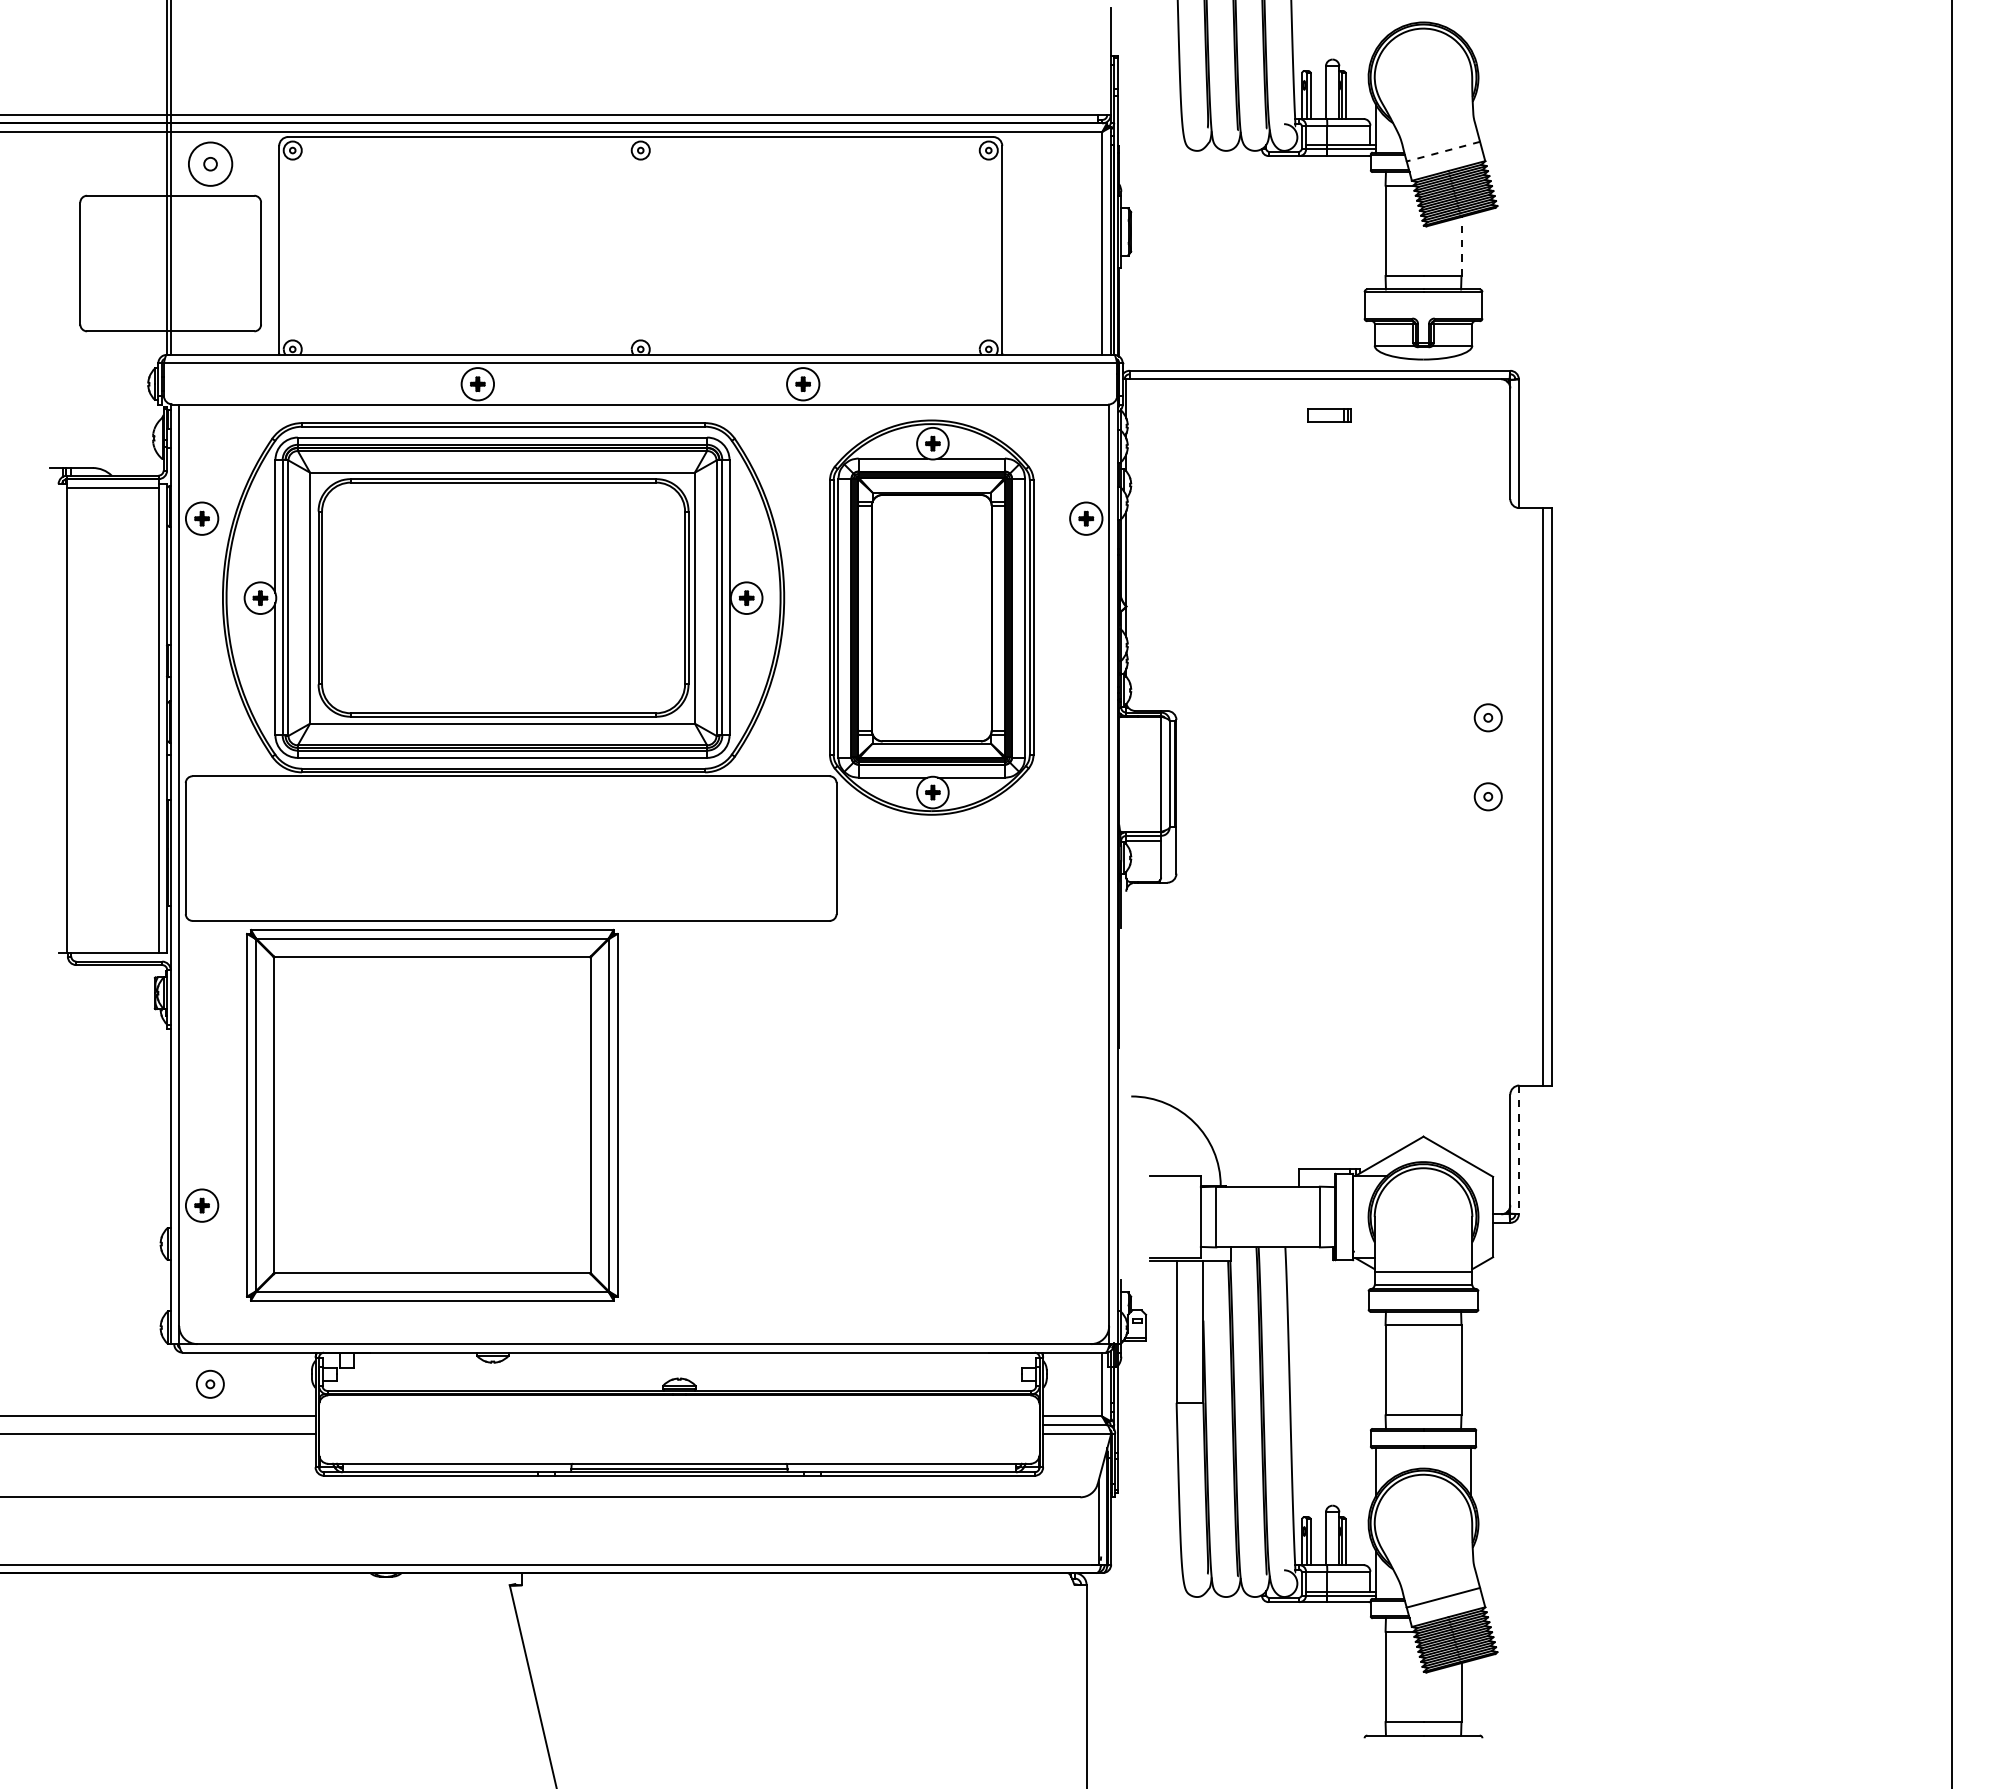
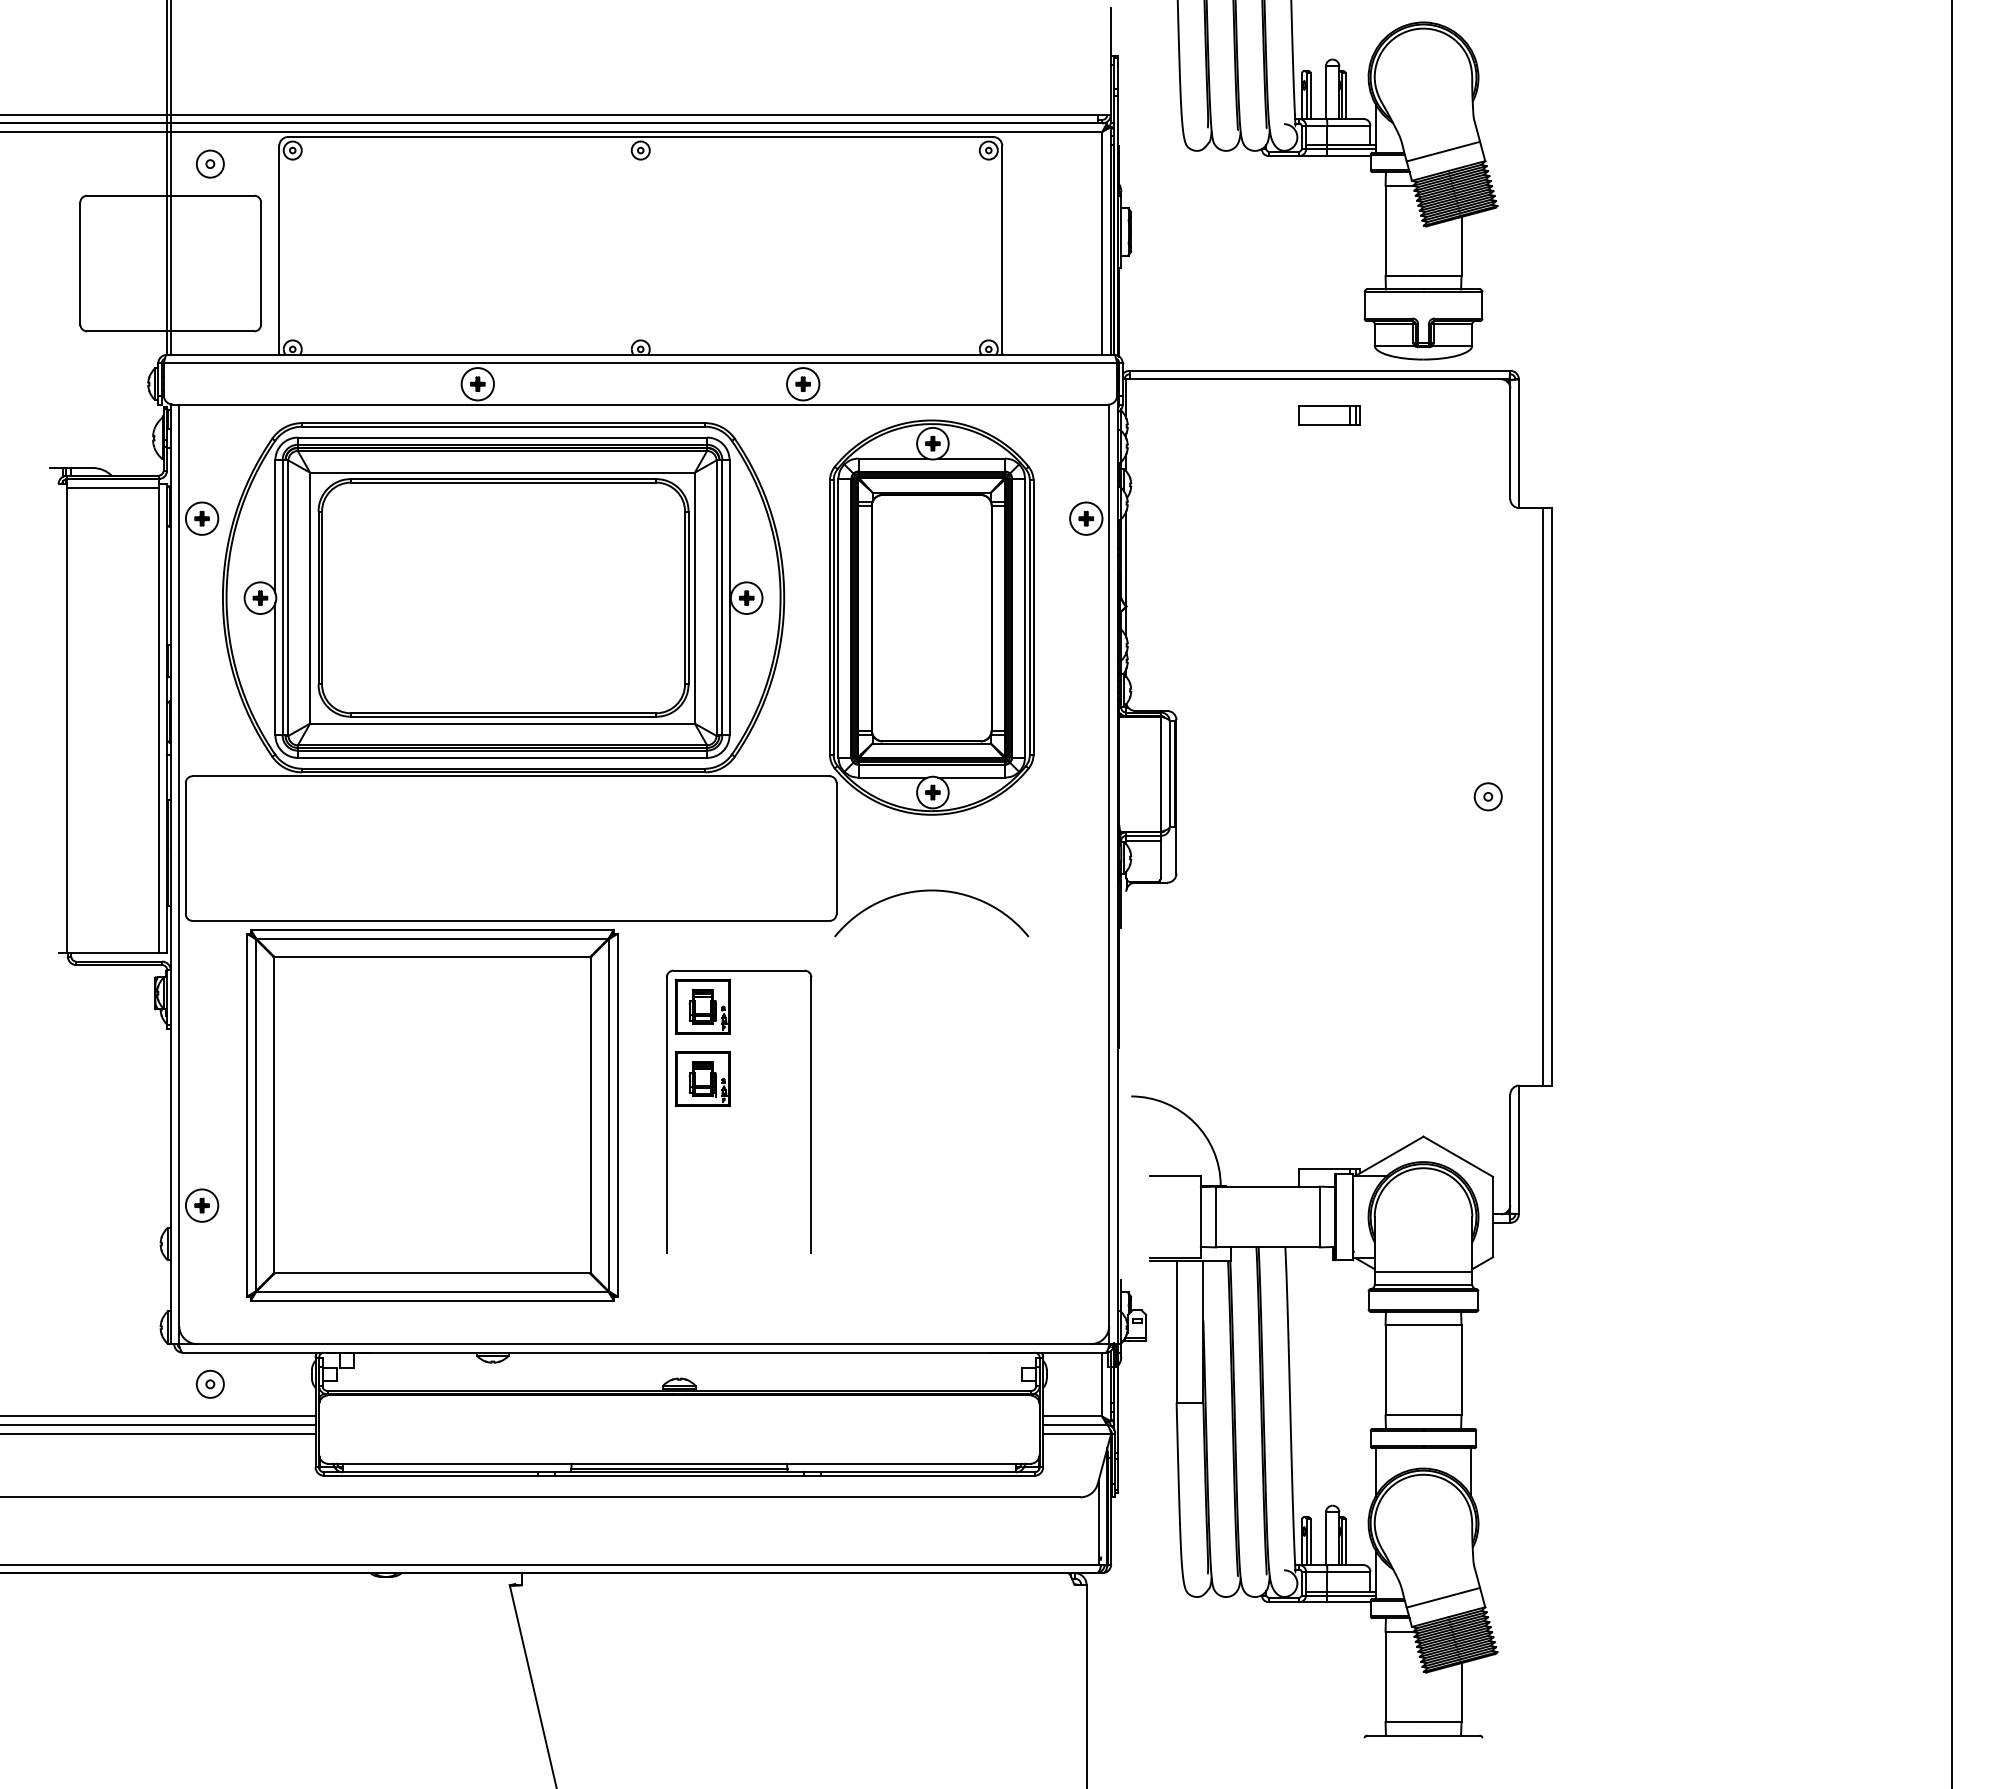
line at (1443, 151): dashed -> solid
part at (210, 163) size: 46x46 px -> 30x30 px
line at (1461, 246): dashed -> solid
part at (1329, 415) size: 45x15 px -> 63x21 px
part at (1487, 717): present -> none
arc at (931, 891): none -> present
part at (730, 1106): none -> present
line at (1518, 1150): dashed -> solid
line at (158, 1425): none -> present
